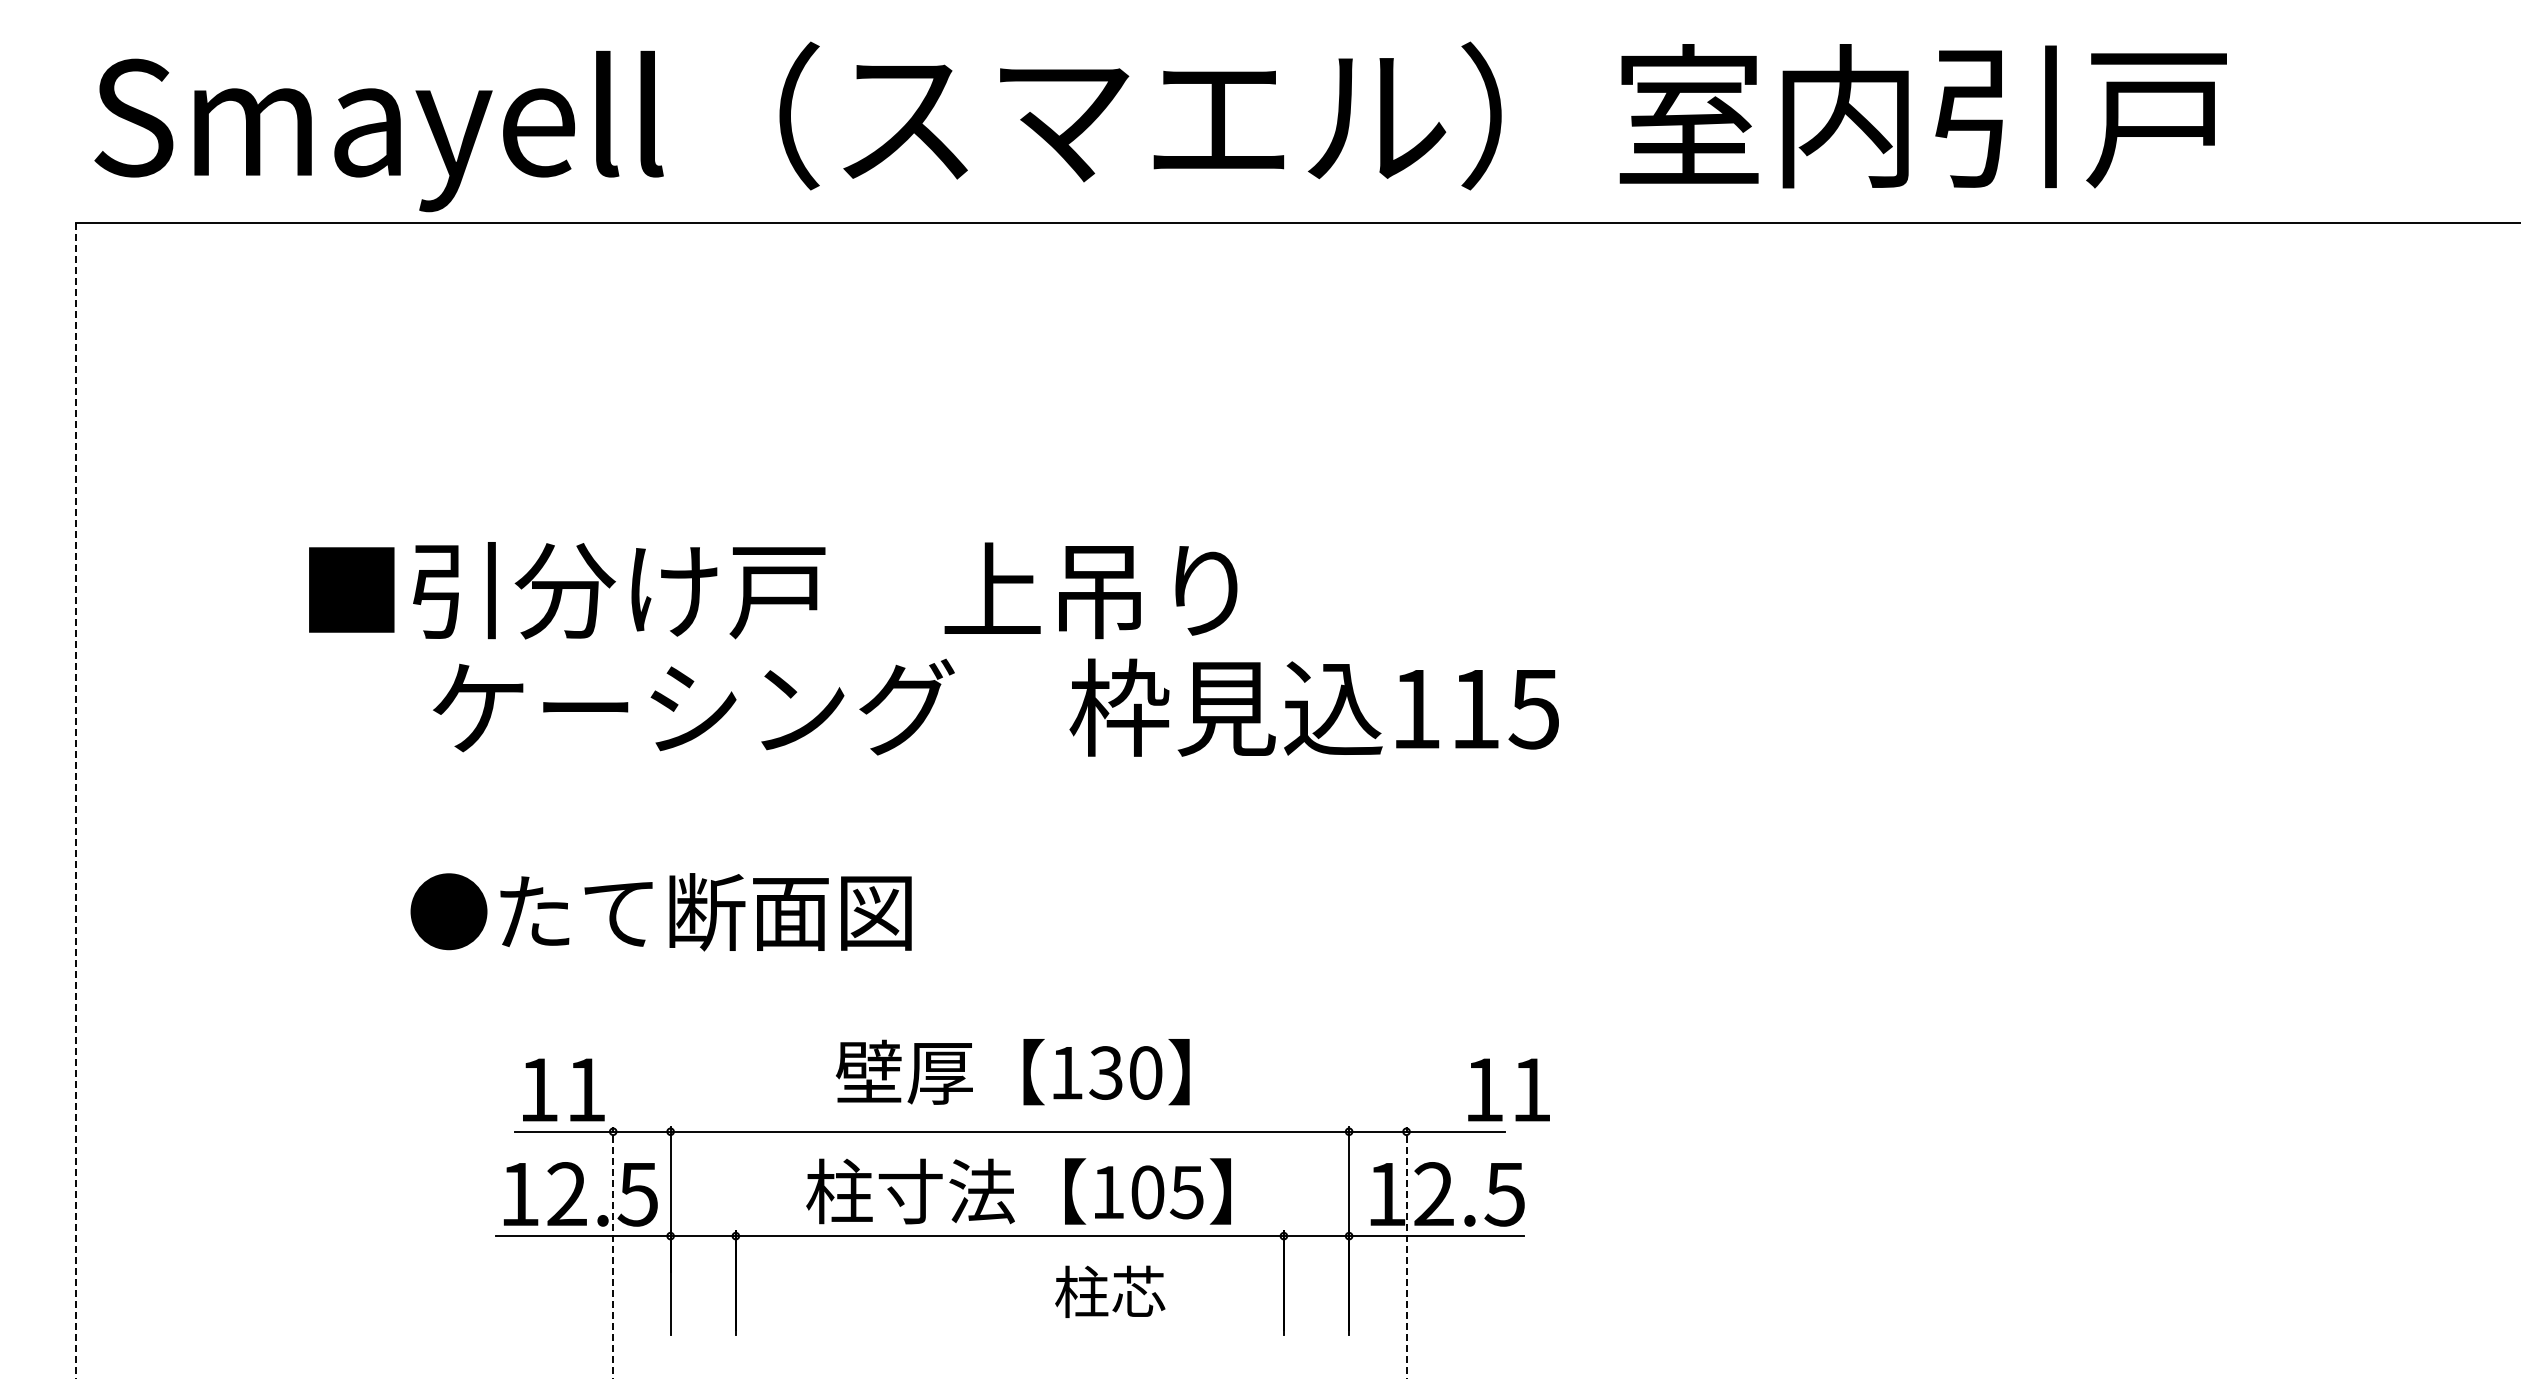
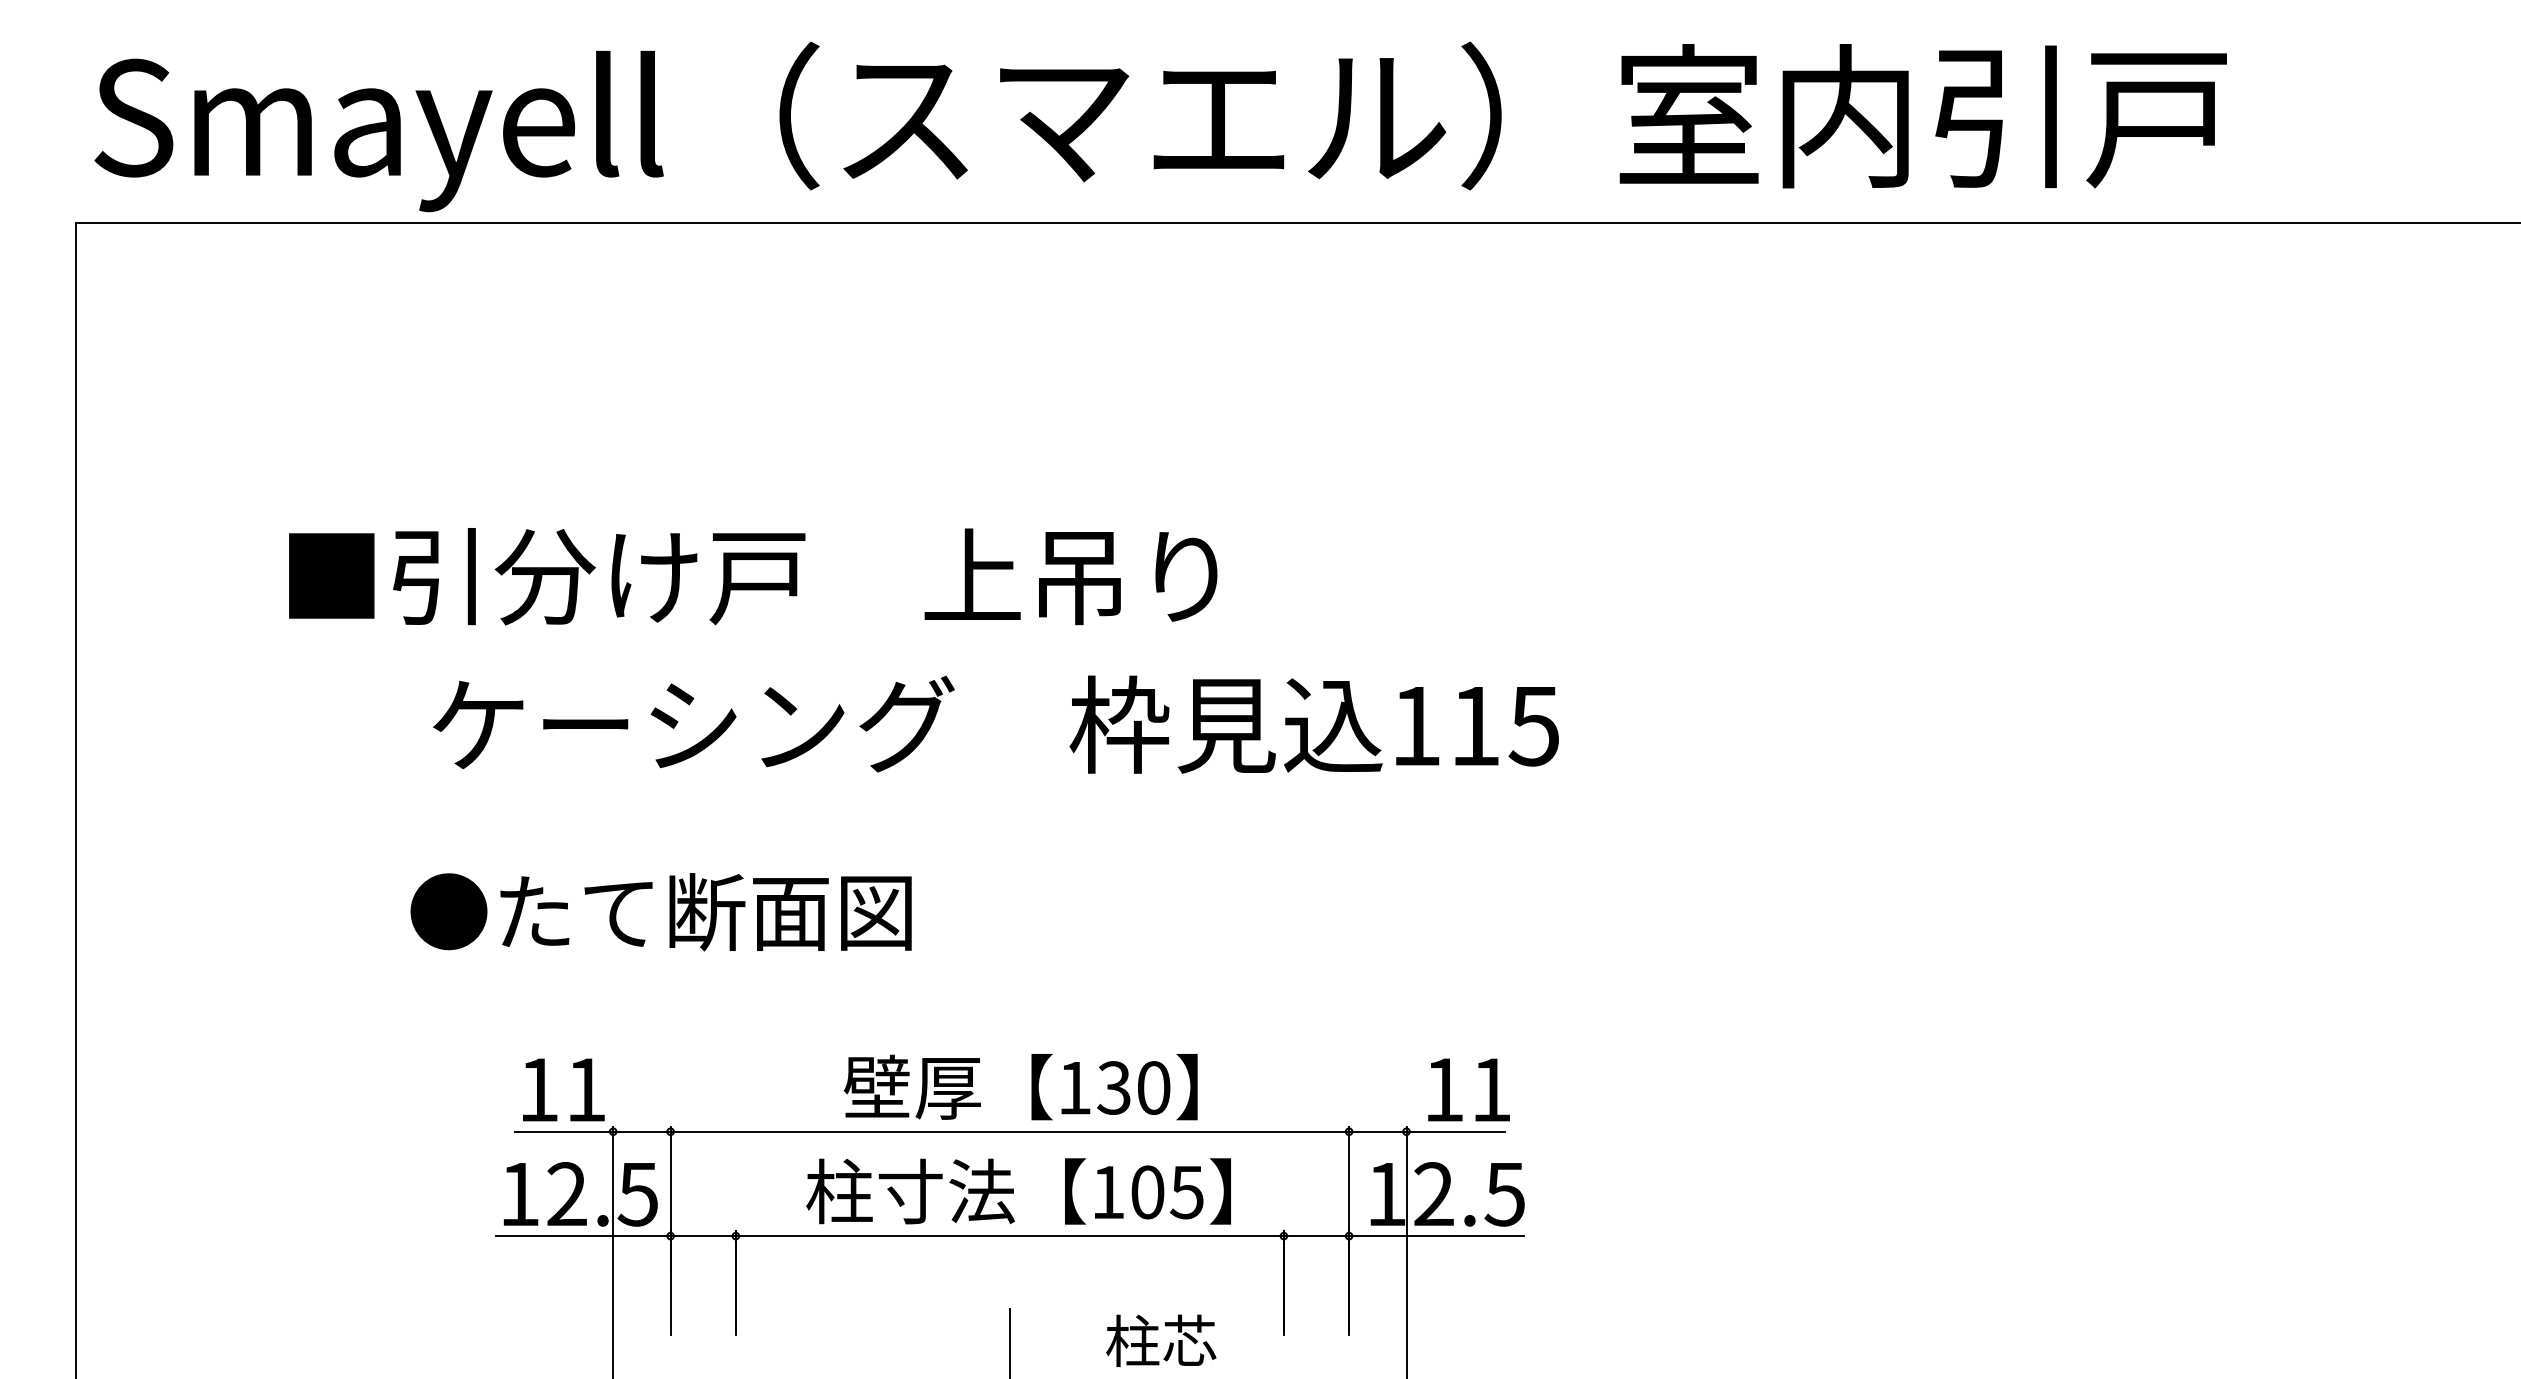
text at (773, 590) position: (773, 590) -> (753, 576)
text at (995, 707) position: (995, 707) -> (995, 724)
line at (75, 800): dashed -> solid
text at (1012, 1072) position: (1012, 1072) -> (1020, 1087)
text at (1508, 1089) position: (1508, 1089) -> (1468, 1089)
line at (613, 1252): dashed -> solid
line at (1406, 1252): dashed -> solid
text at (1110, 1291) position: (1110, 1291) -> (1161, 1340)
line at (1009, 1341): none -> present
